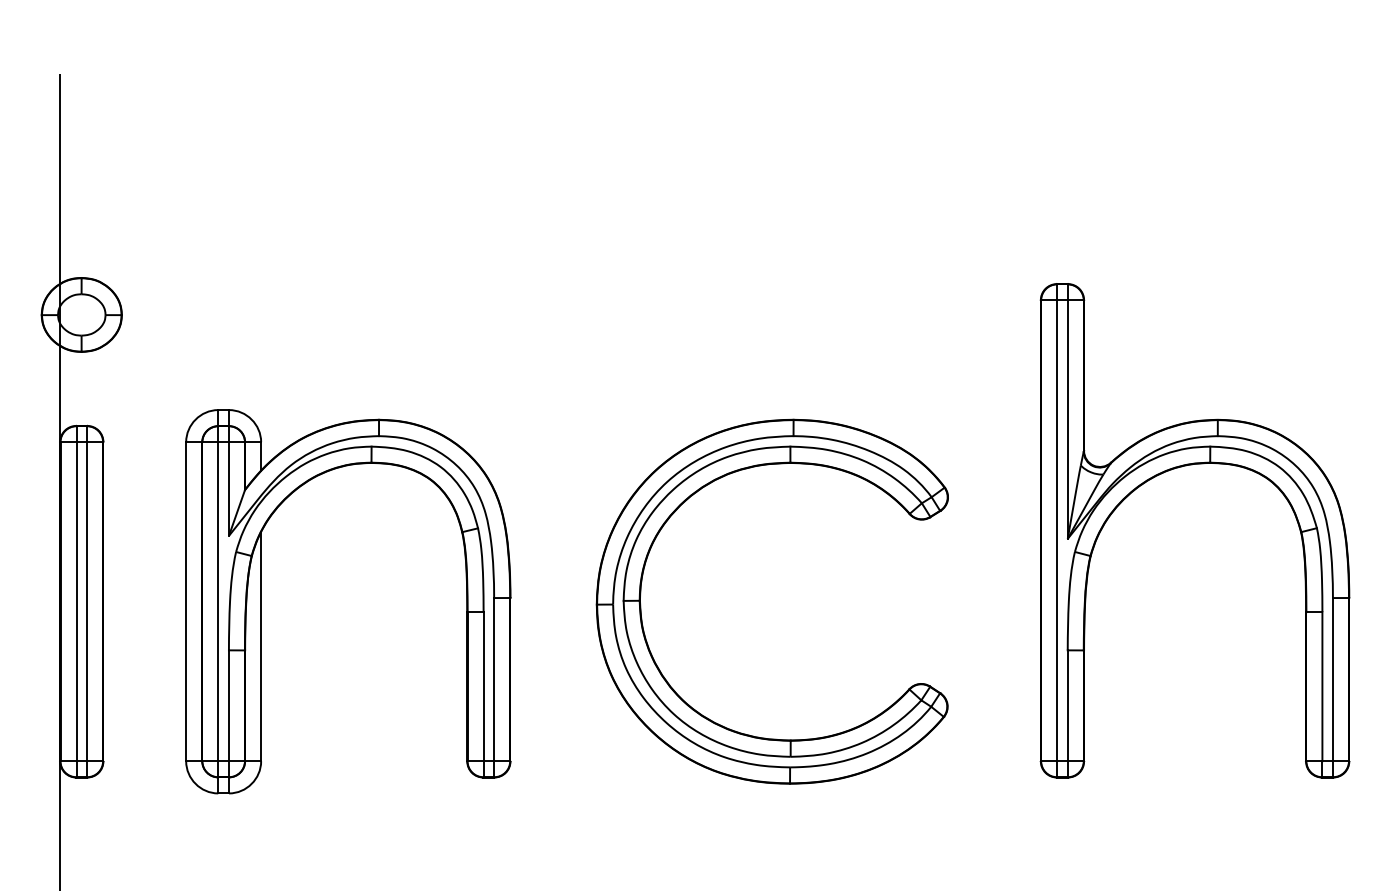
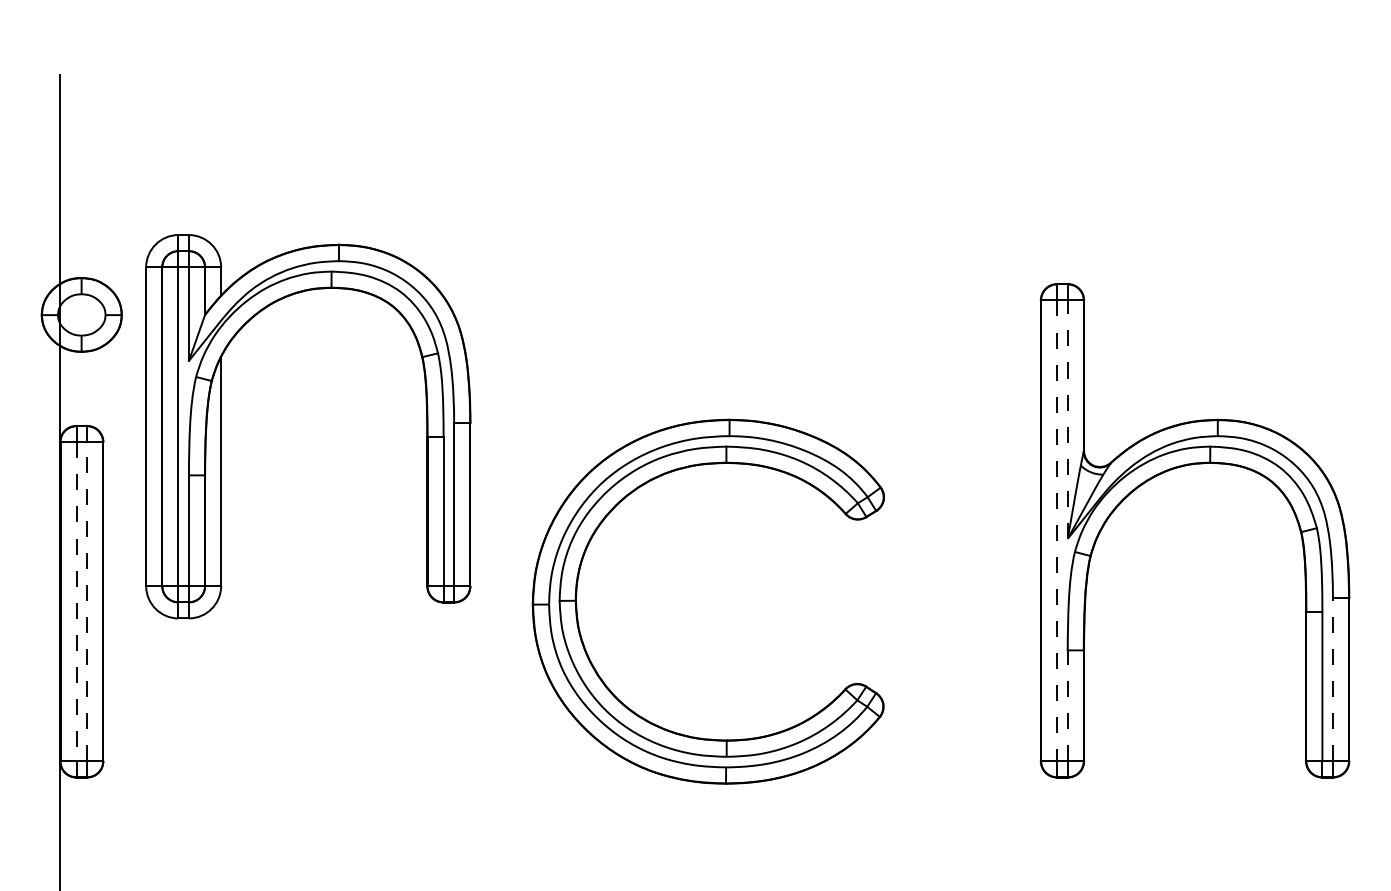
line at (1067, 419): solid -> dashed
line at (1057, 531): solid -> dashed
line at (87, 601): solid -> dashed
part at (261, 601) position: (261, 601) -> (221, 426)
line at (76, 602): solid -> dashed
part at (641, 605) position: (641, 605) -> (577, 605)
line at (1332, 679): solid -> dashed
line at (1067, 705): solid -> dashed
